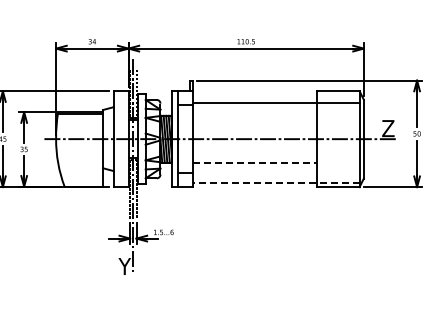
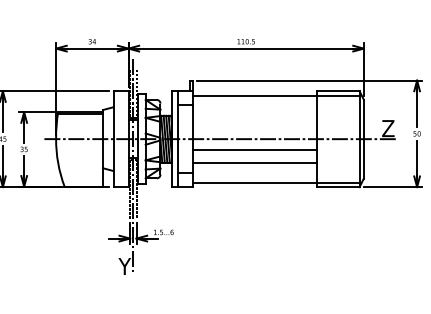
line at (275, 102) position: (275, 102) -> (275, 95)
line at (254, 149): none -> present
line at (254, 162): dashed -> solid
line at (275, 182): dashed -> solid
